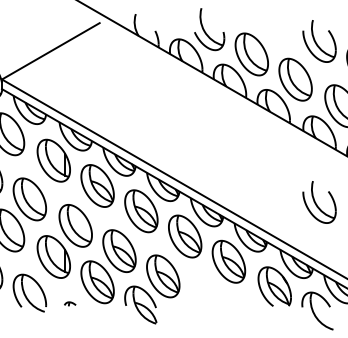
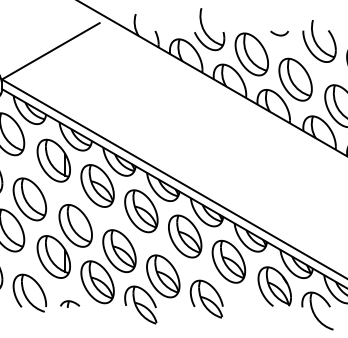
curve at (279, 34): none -> present
part at (319, 202): present -> none
part at (206, 298): none -> present
part at (70, 303) size: 13x6 px -> 21x8 px
